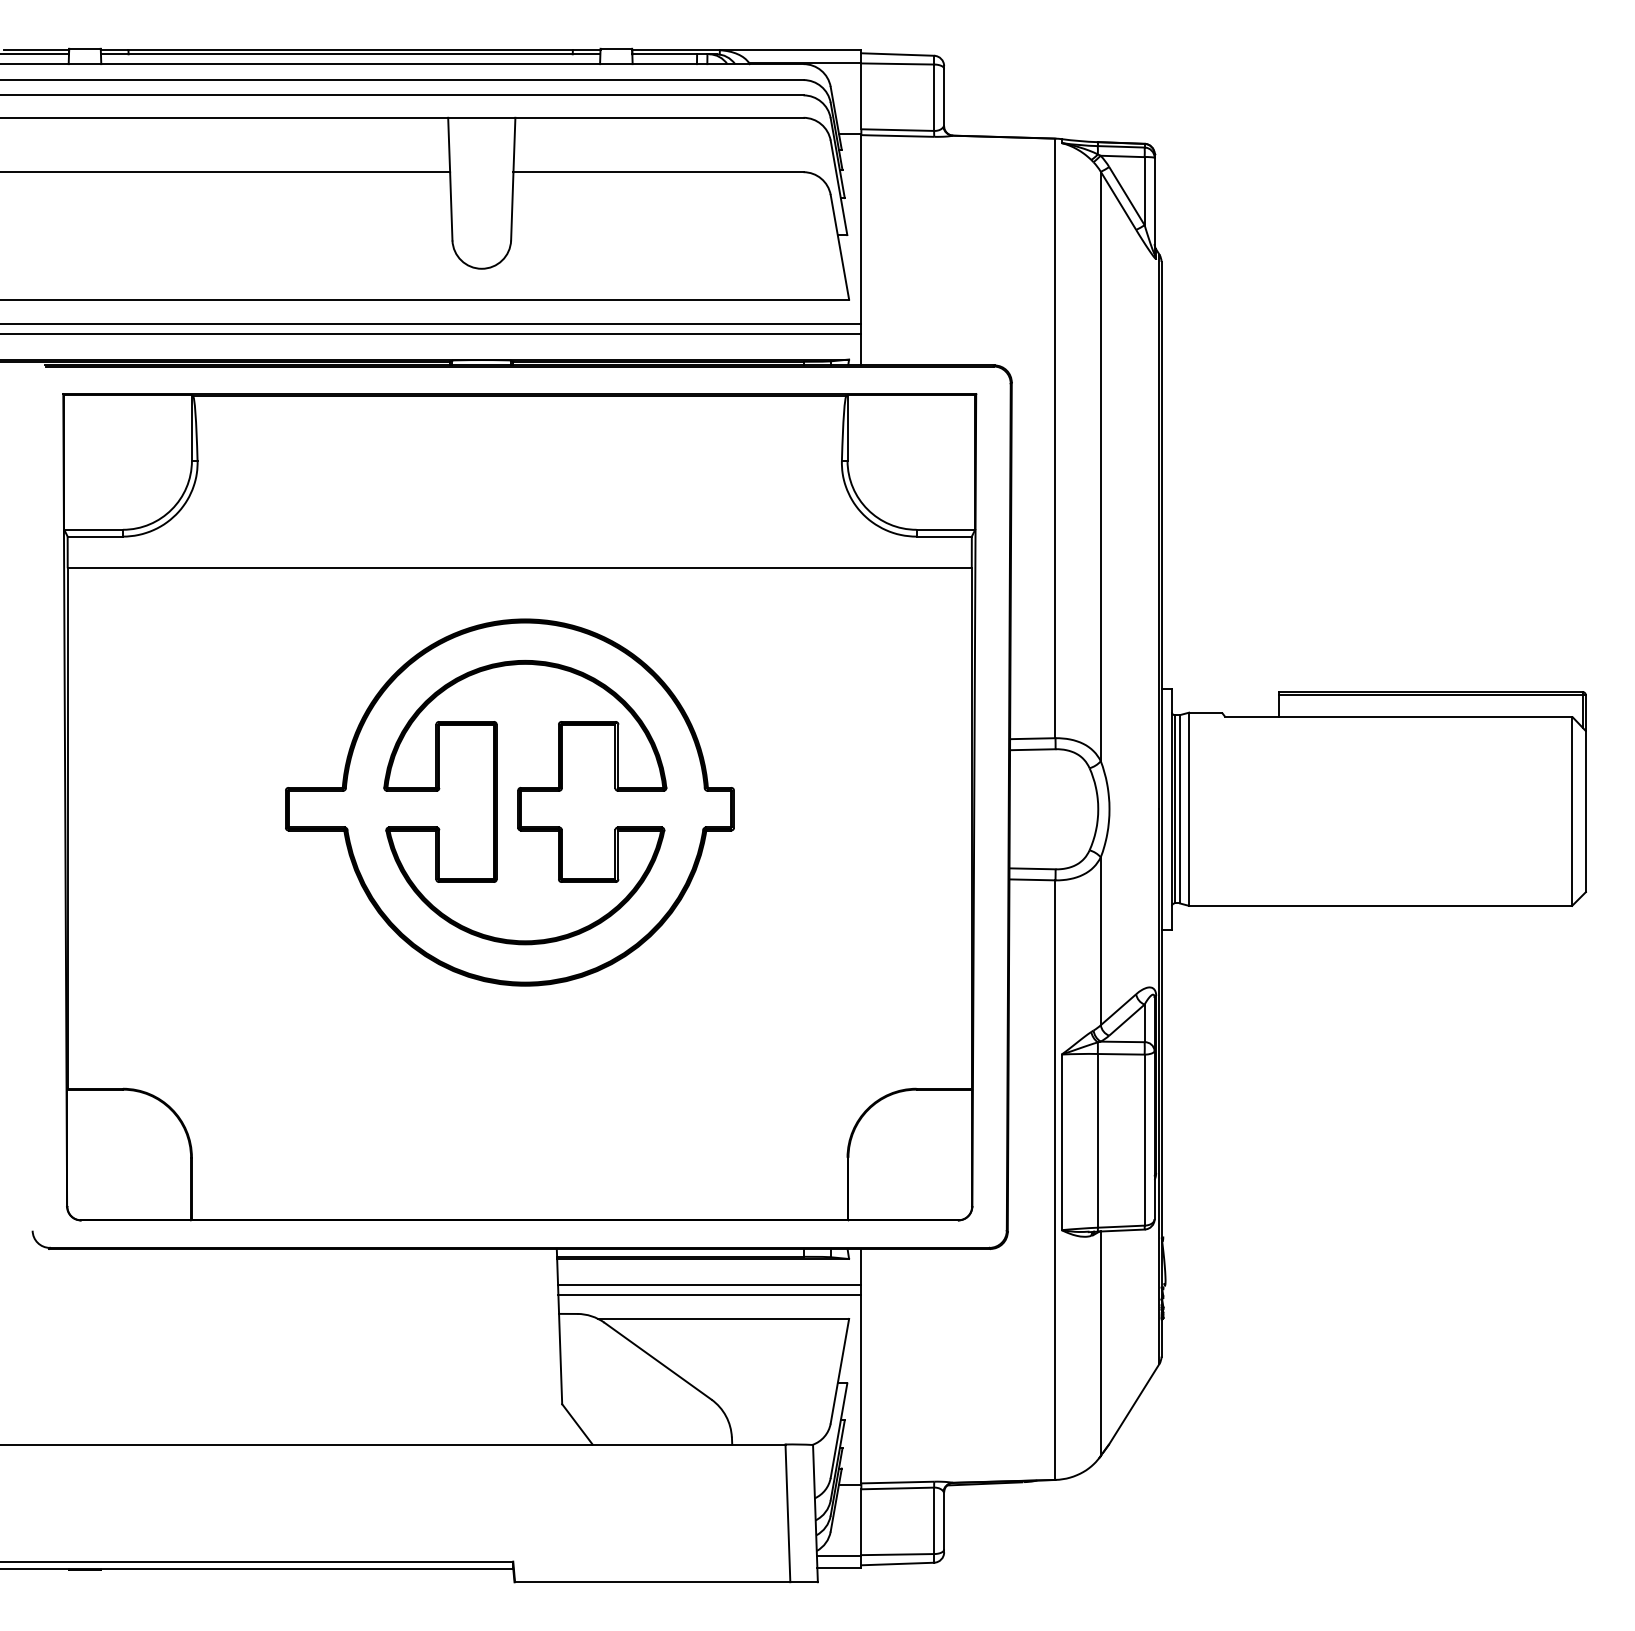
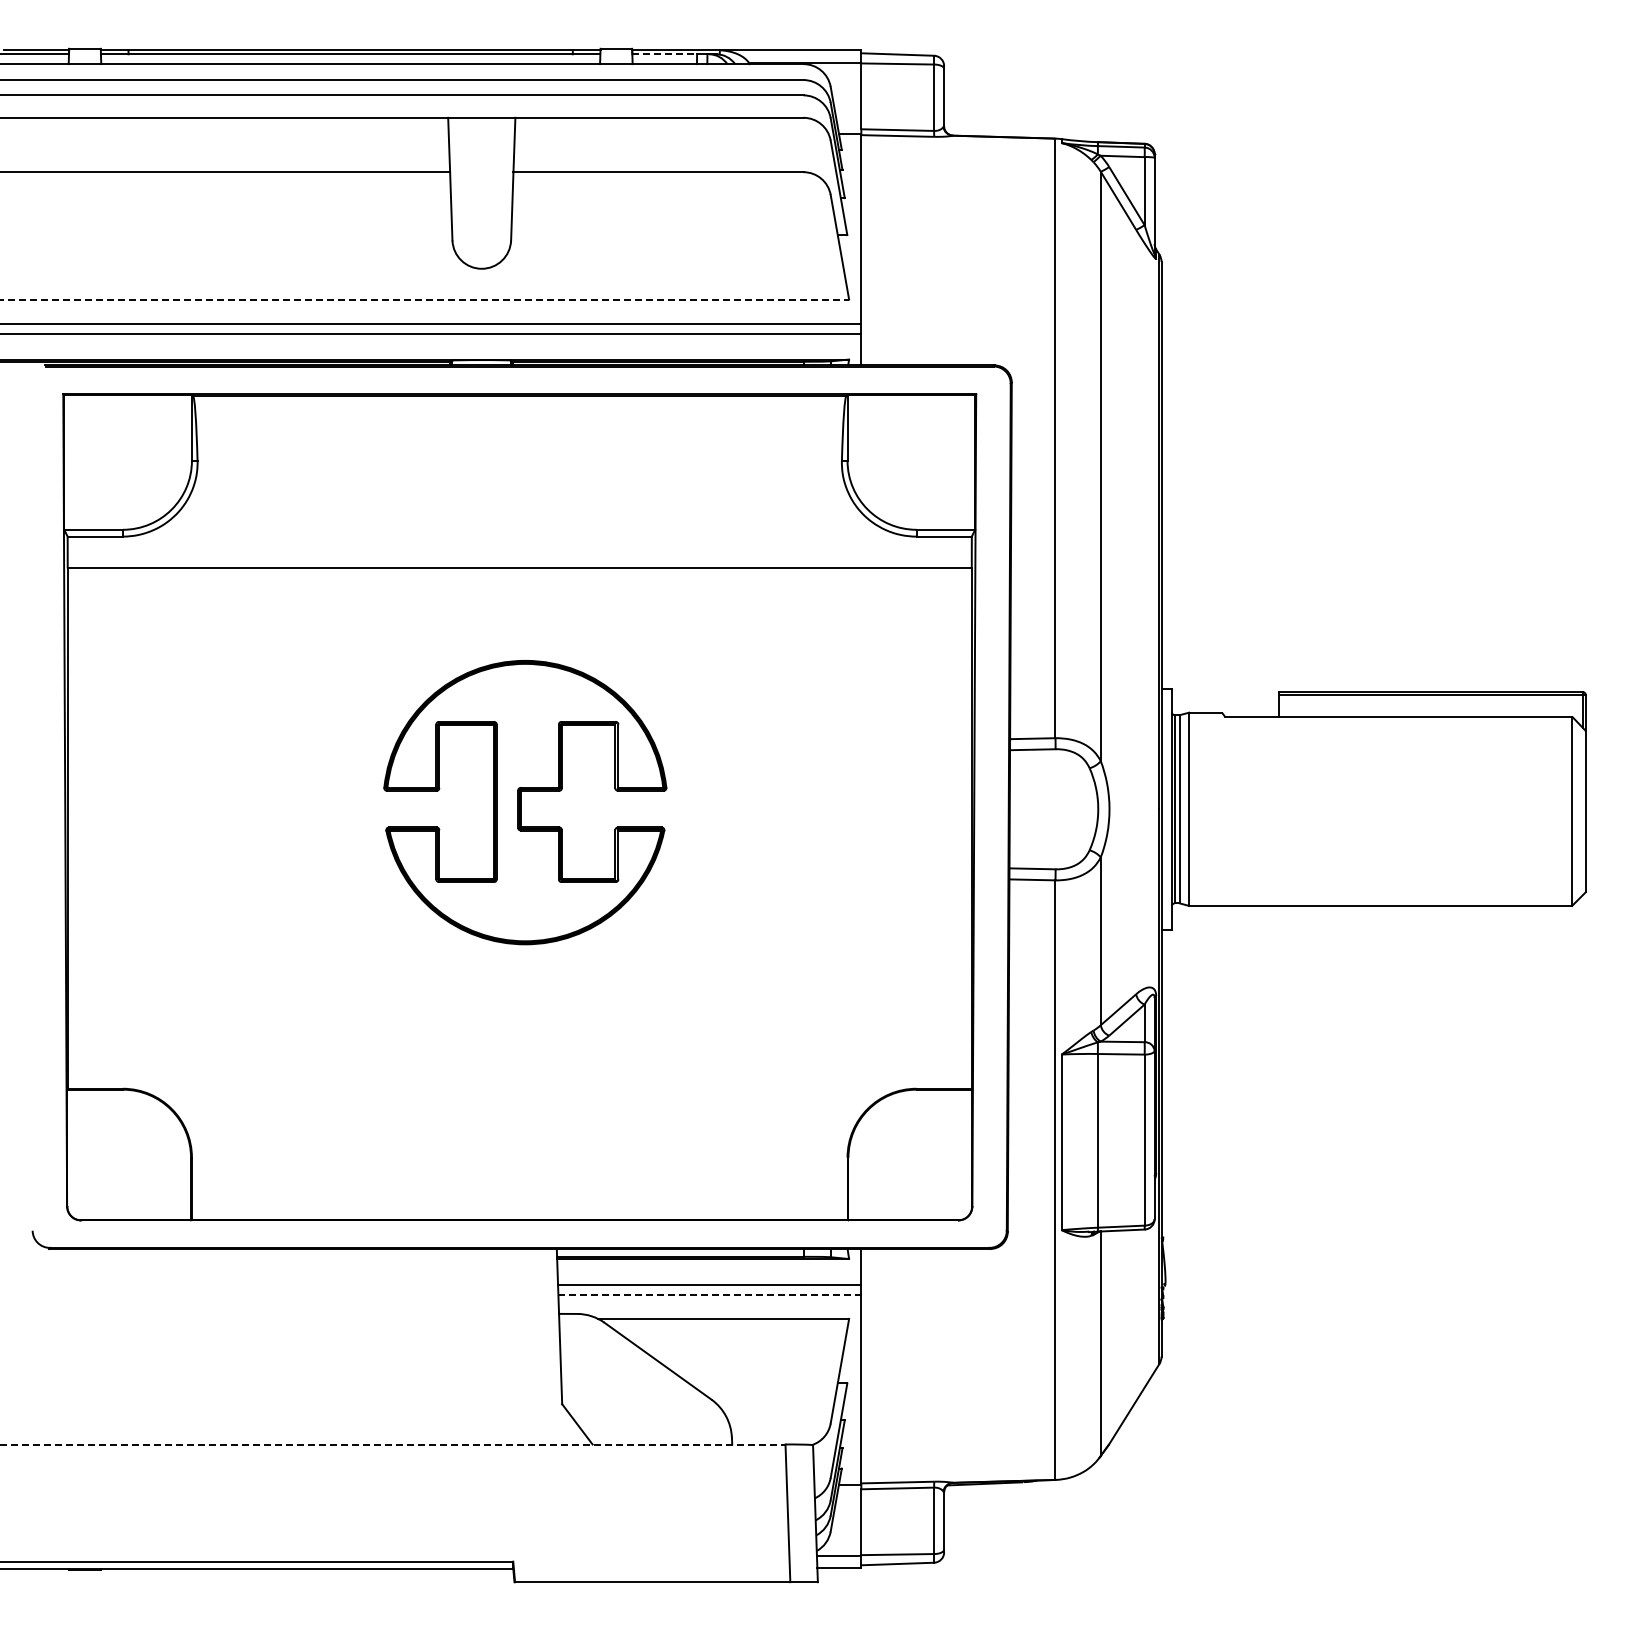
line at (665, 54): solid -> dashed
line at (425, 299): solid -> dashed
part at (509, 802): present -> none
line at (710, 1294): solid -> dashed
line at (393, 1444): solid -> dashed
